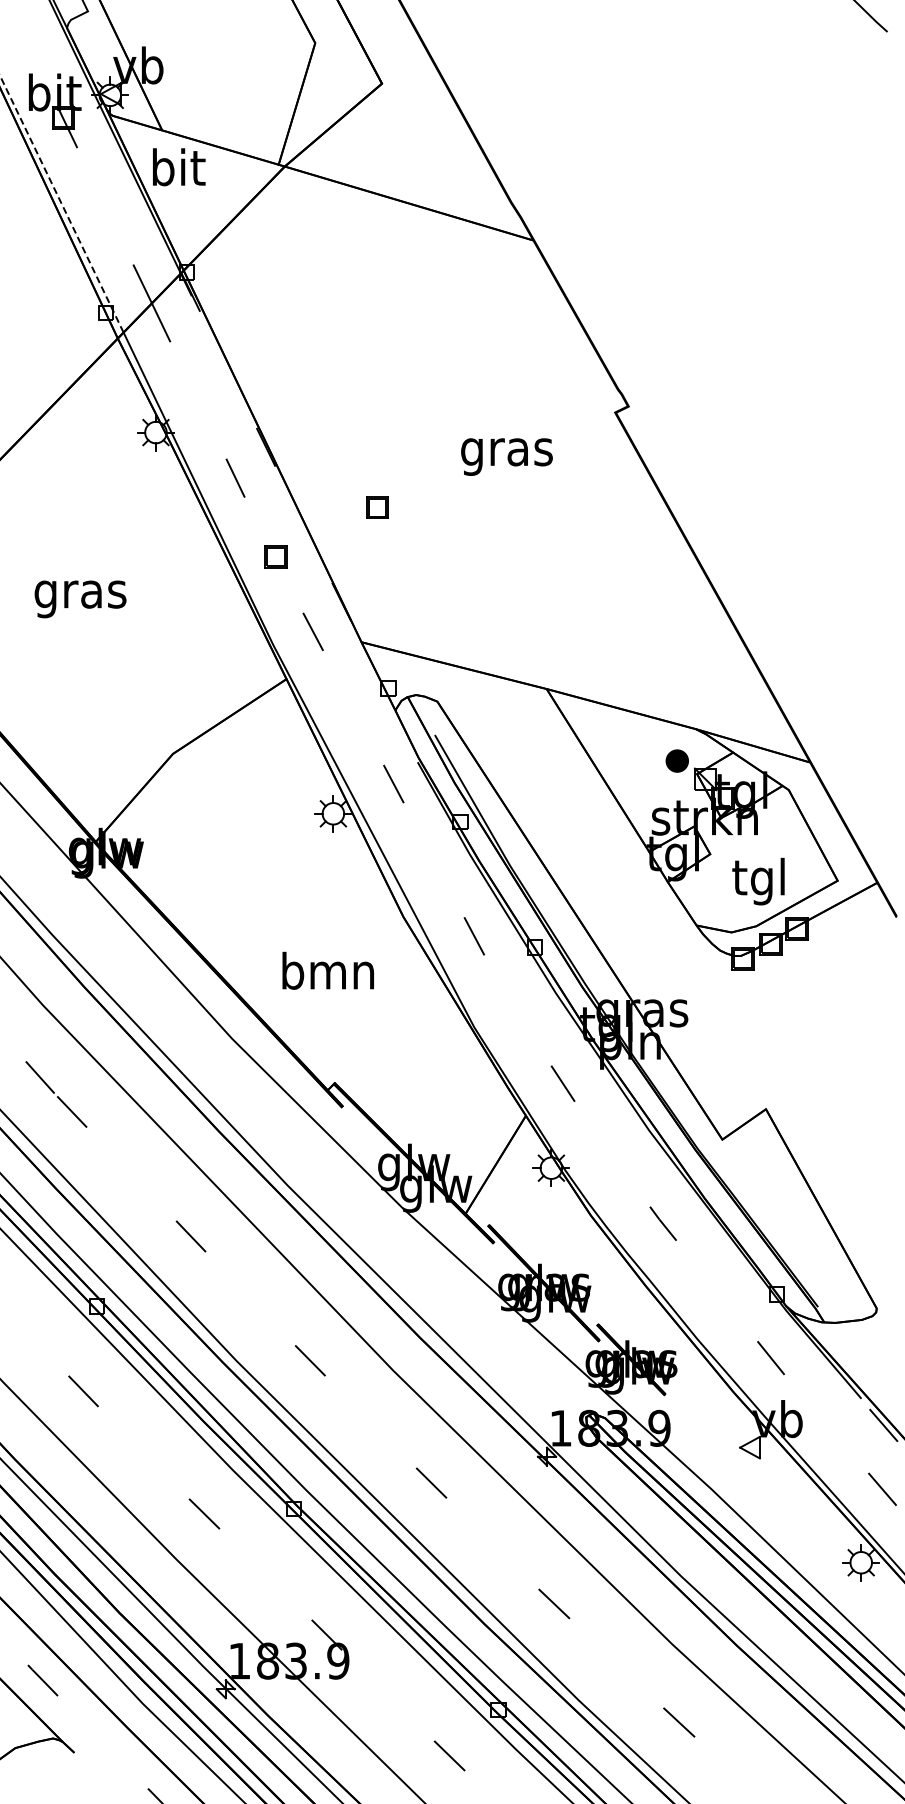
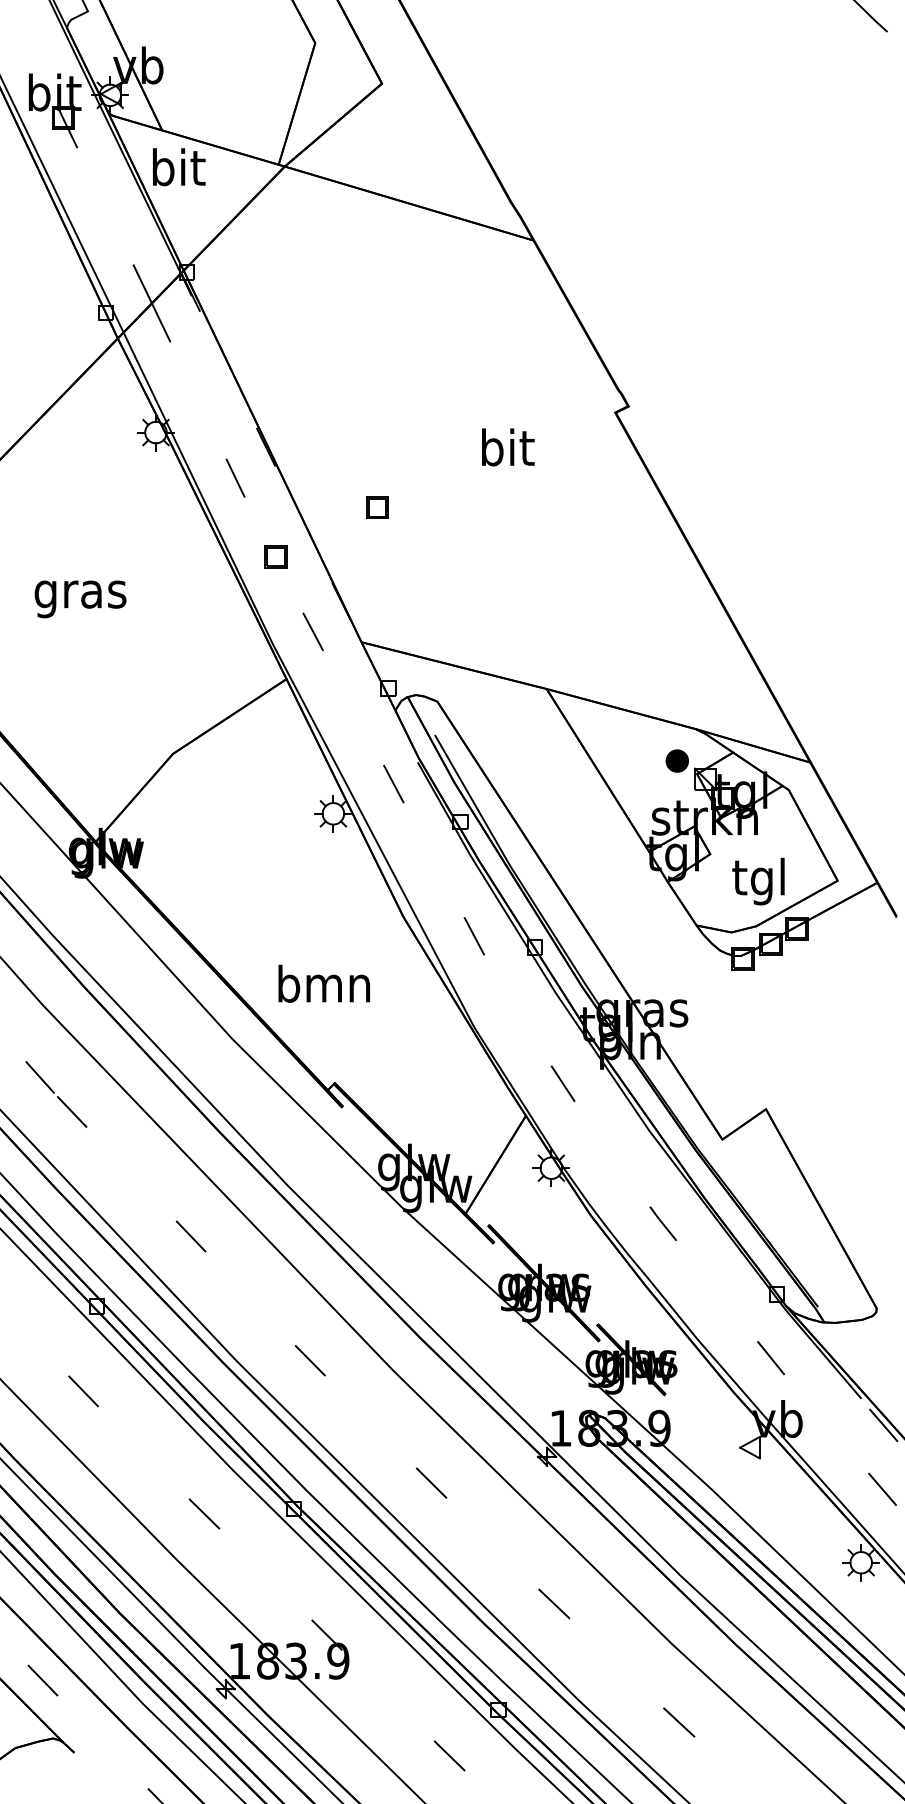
line at (61, 203): dashed -> solid
text at (506, 451): gras -> bit
text at (327, 970) position: (327, 970) -> (323, 983)
